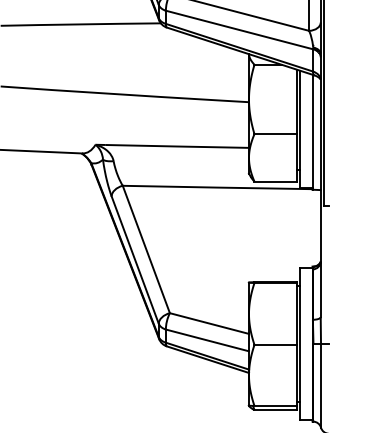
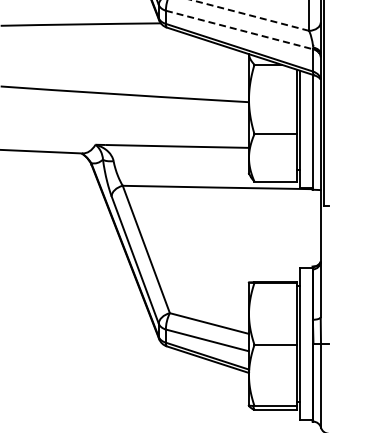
line at (250, 15): solid -> dashed
line at (240, 30): solid -> dashed
